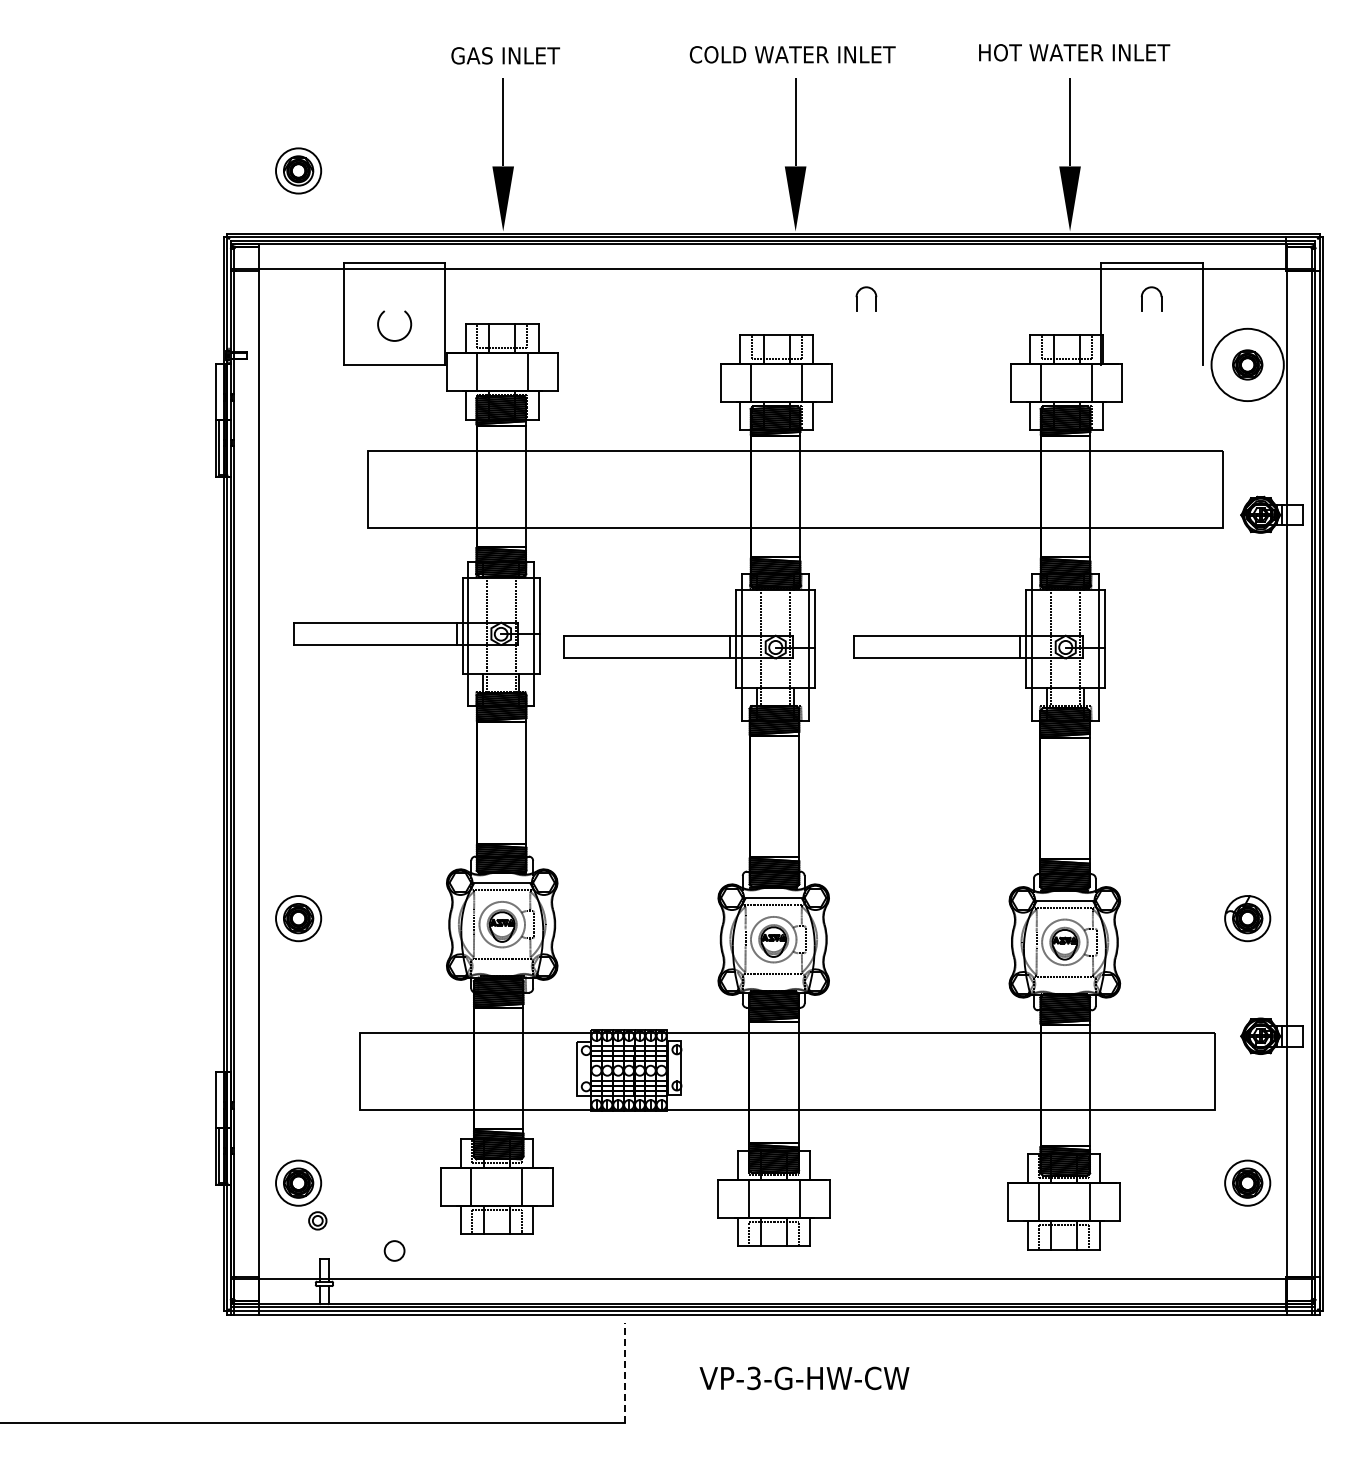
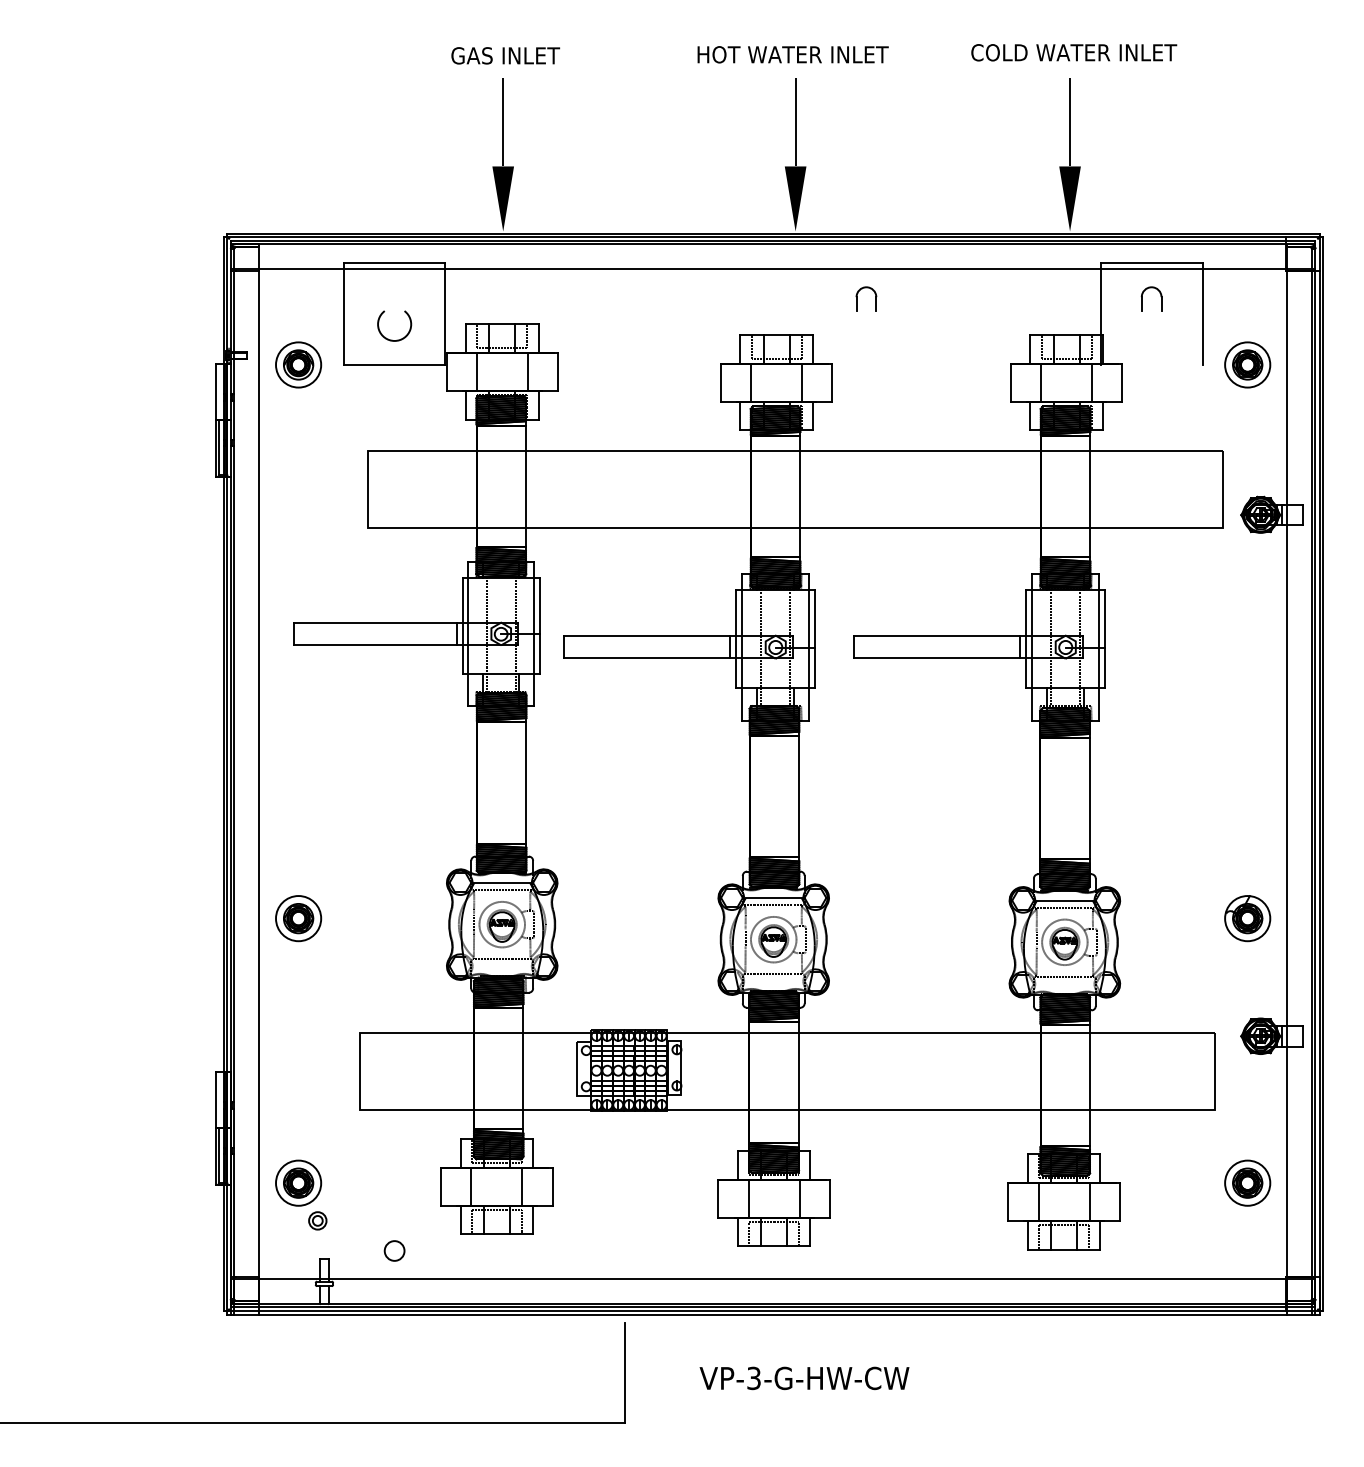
text at (1074, 52): HOT WATER INLET -> COLD WATER INLET
text at (792, 54): COLD WATER INLET -> HOT WATER INLET
part at (298, 170) position: (298, 170) -> (298, 364)
circle at (1247, 364) diameter: 72 px -> 45 px
line at (625, 1373): dashed -> solid
